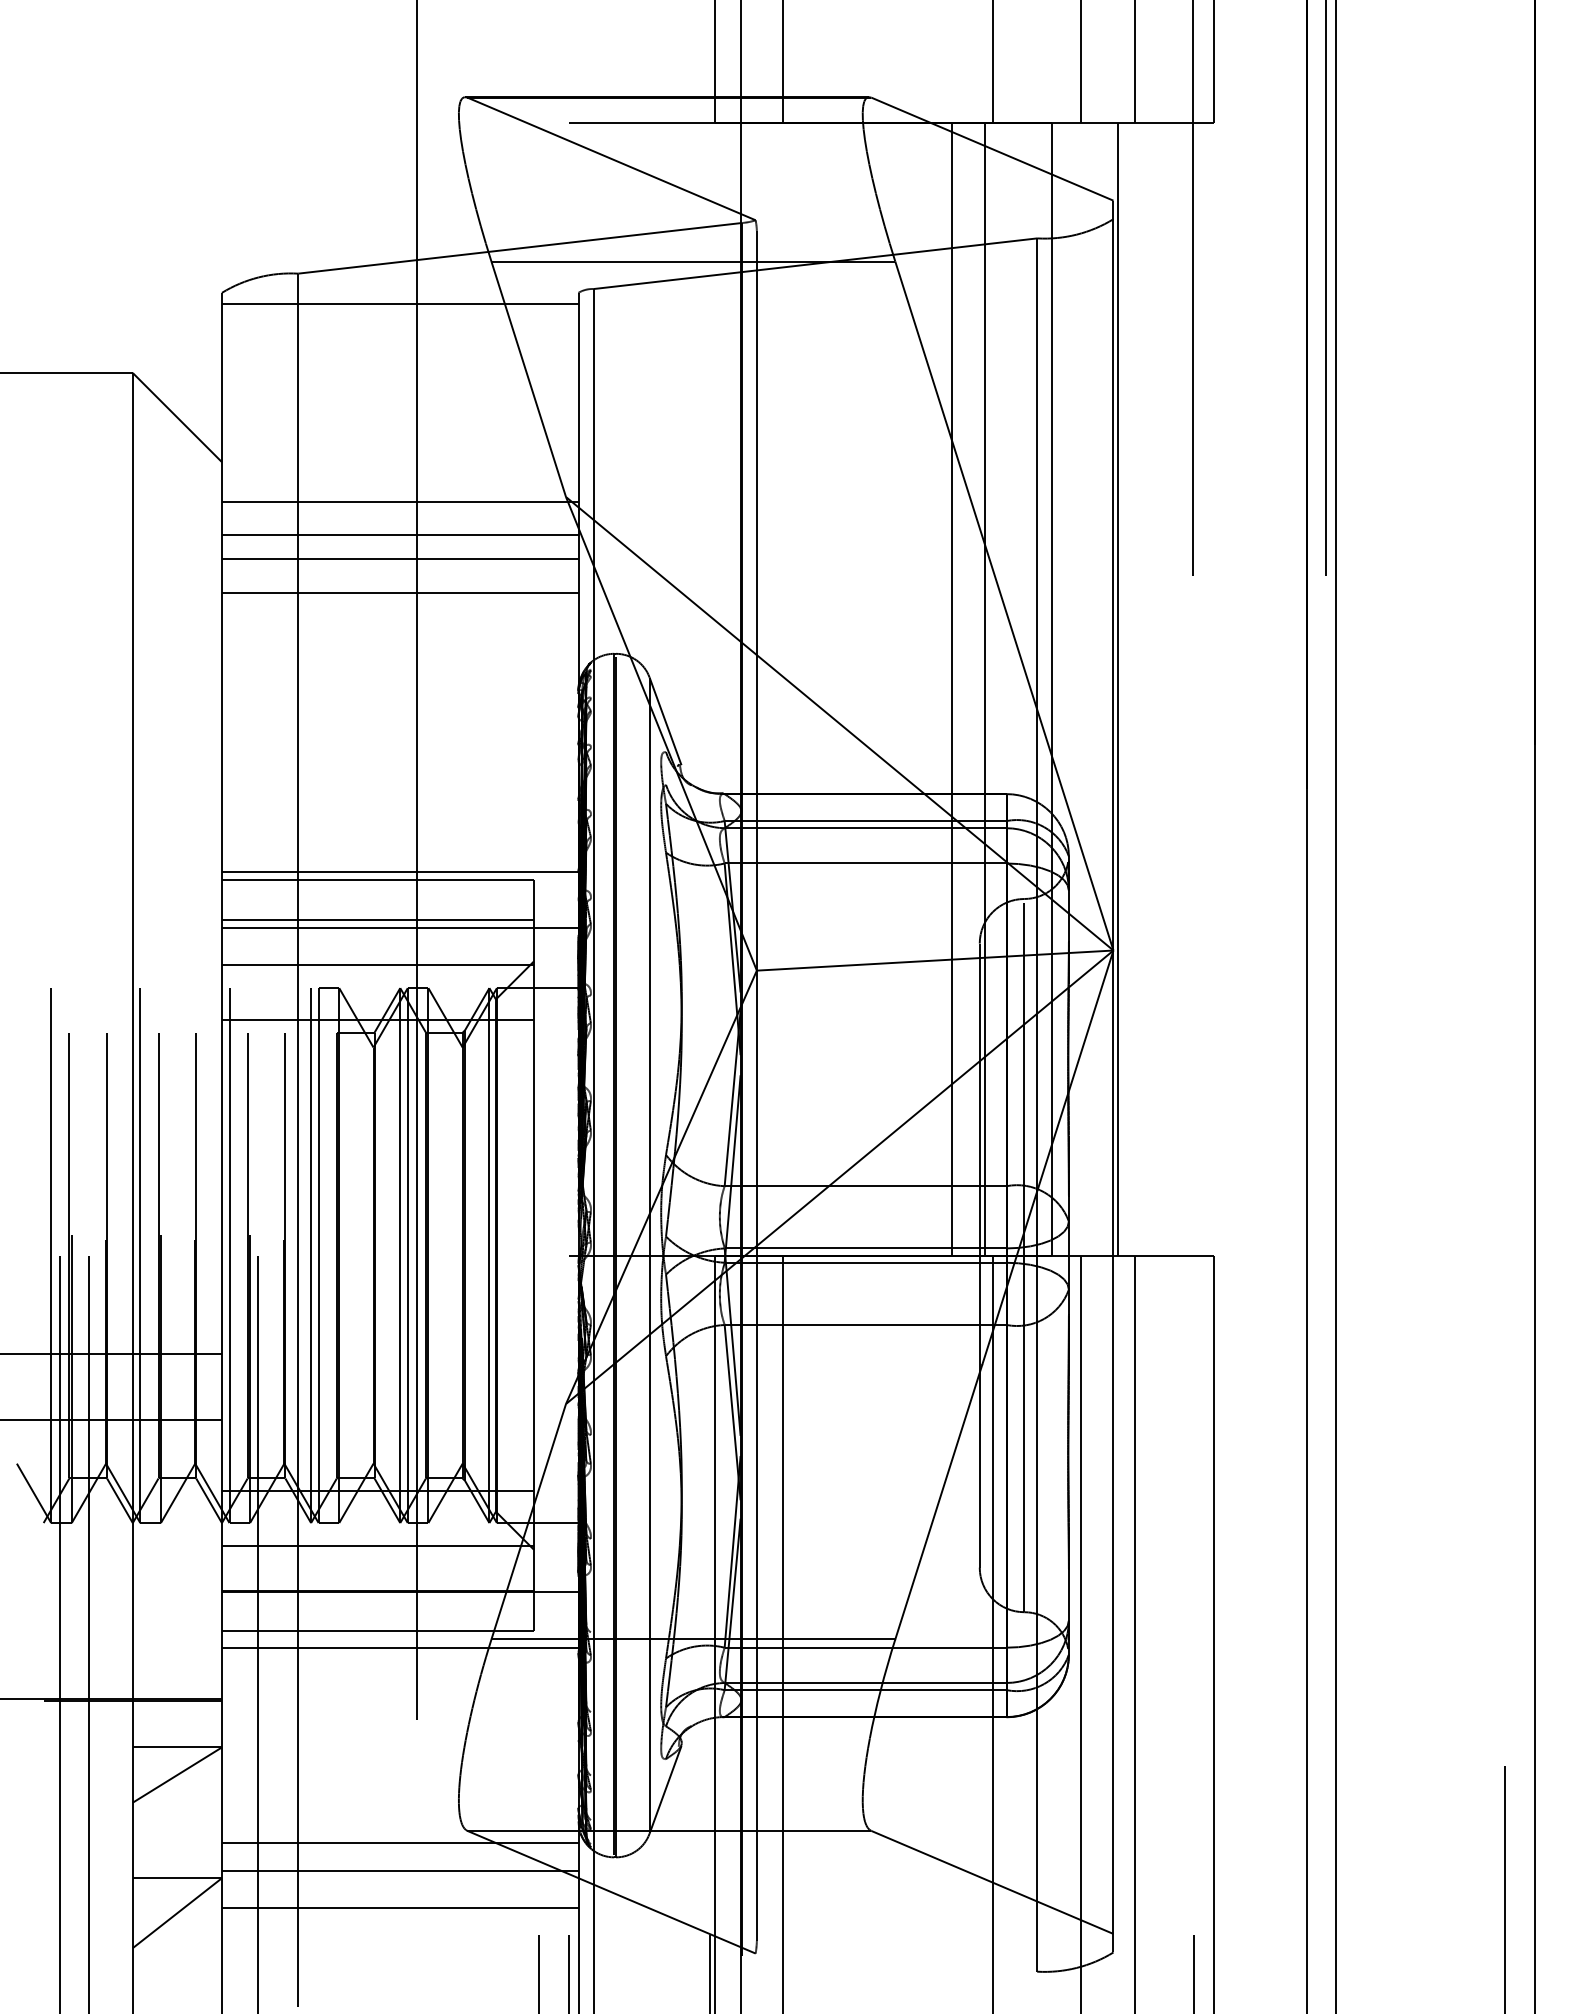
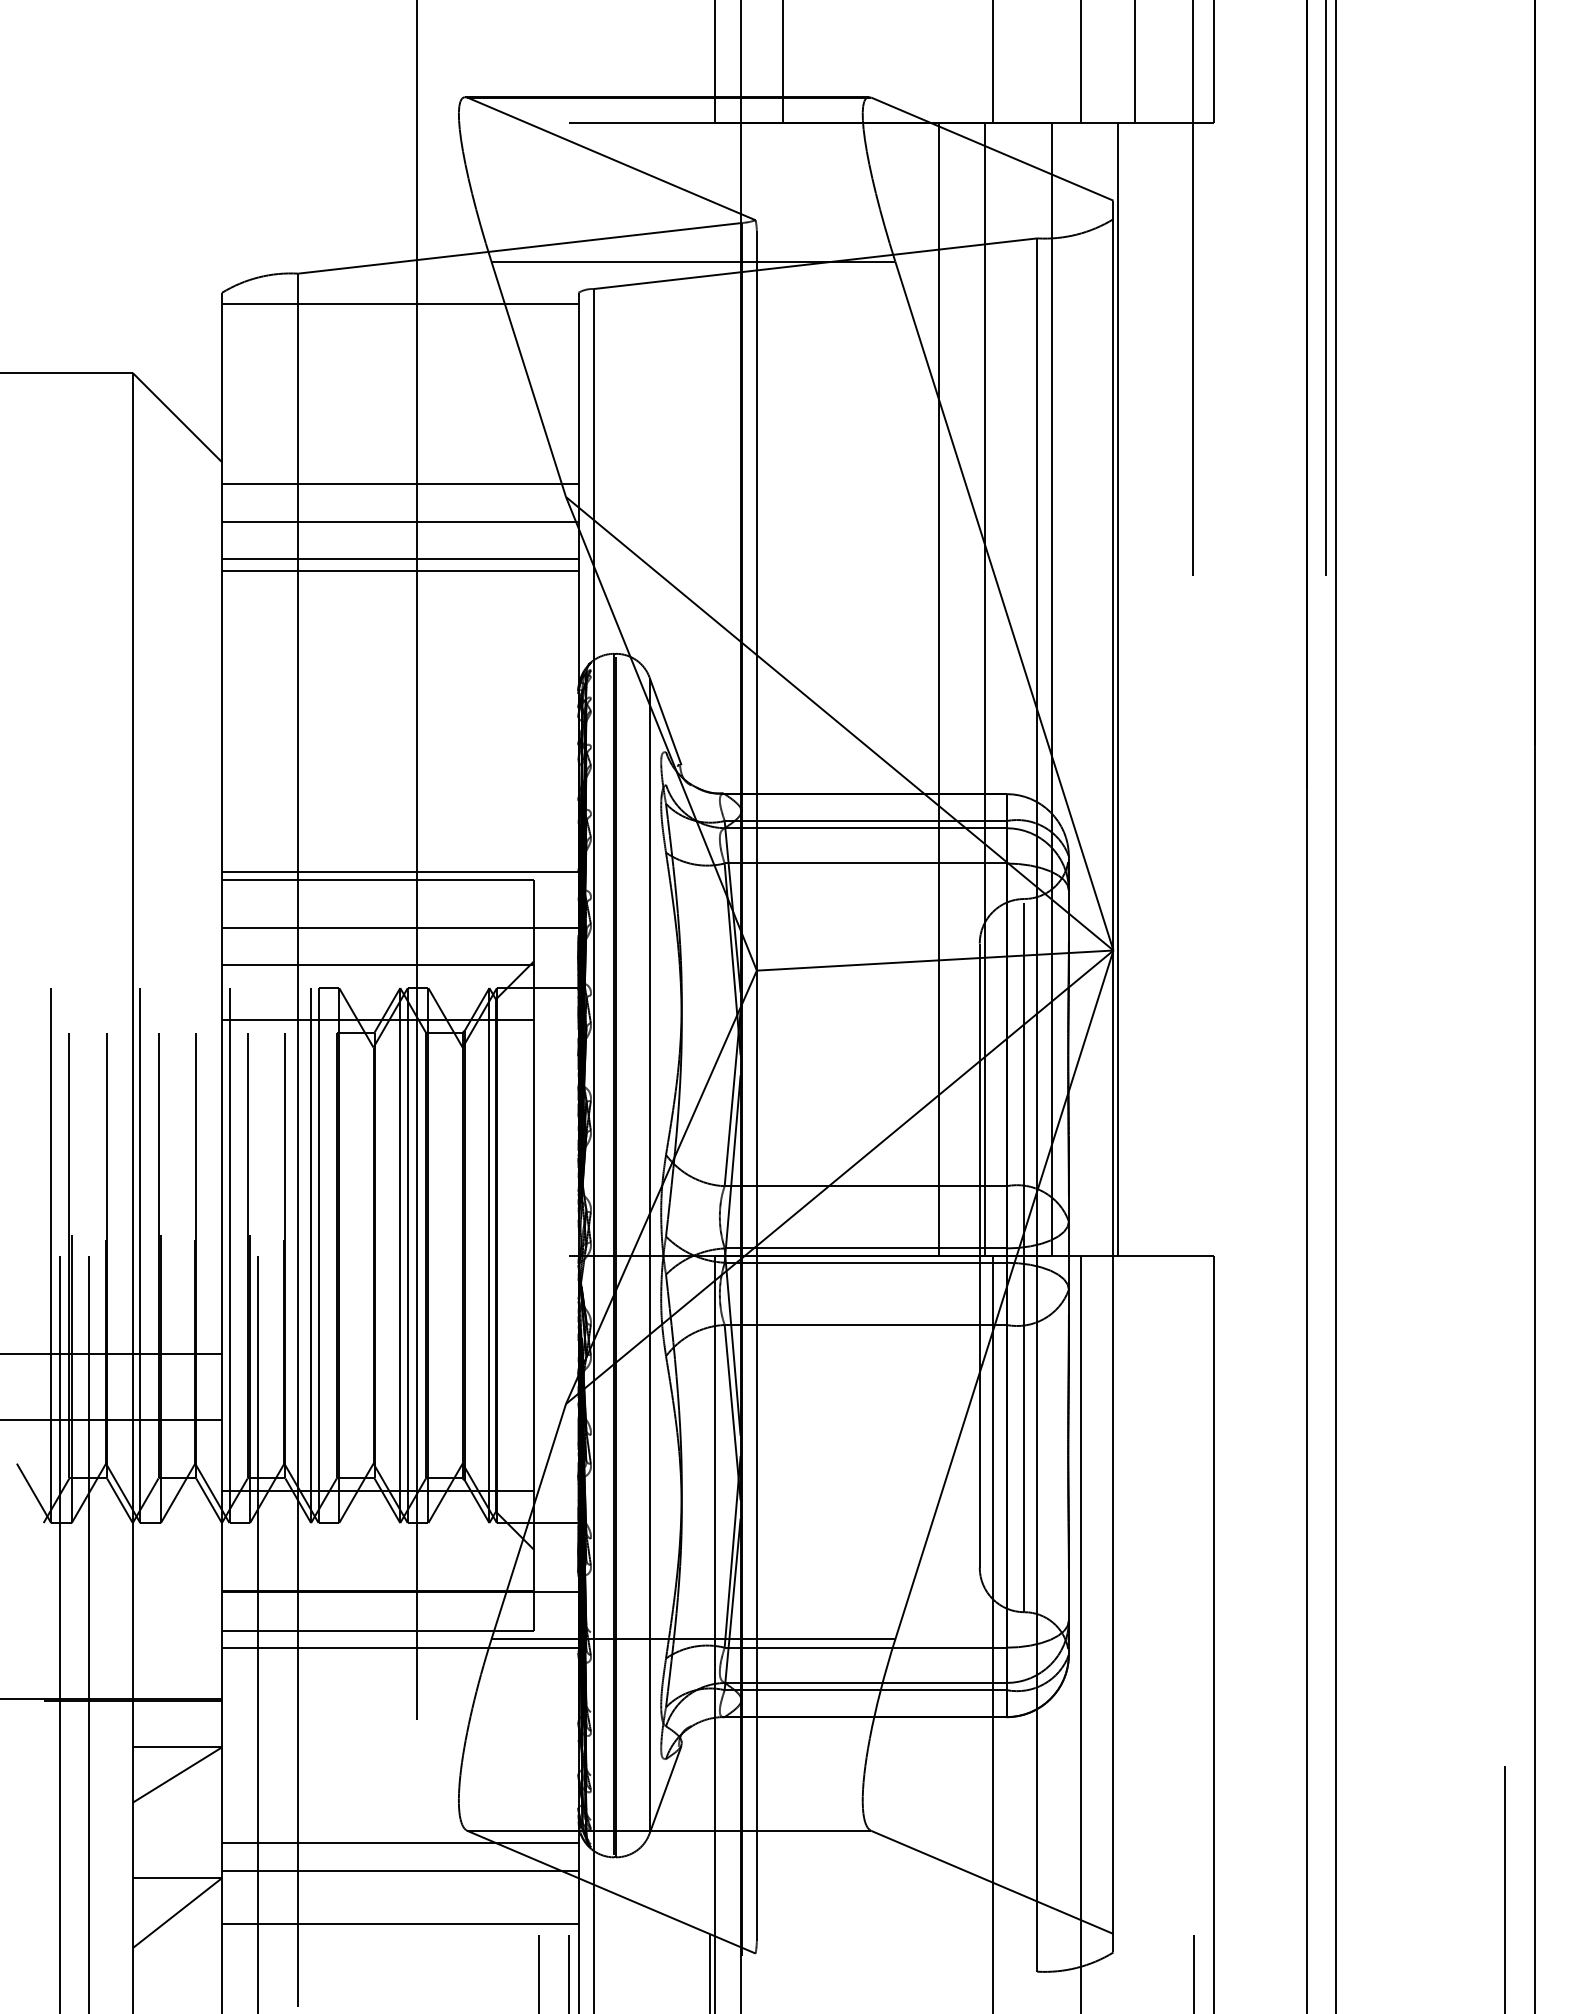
line at (399, 501) position: (399, 501) -> (399, 483)
line at (399, 535) position: (399, 535) -> (399, 522)
line at (399, 592) position: (399, 592) -> (399, 570)
line at (951, 689) position: (951, 689) -> (938, 689)
line at (377, 920): present -> none
line at (377, 1546): present -> none
line at (783, 1632): present -> none
line at (1134, 1632): present -> none
line at (399, 1907) position: (399, 1907) -> (399, 1923)
